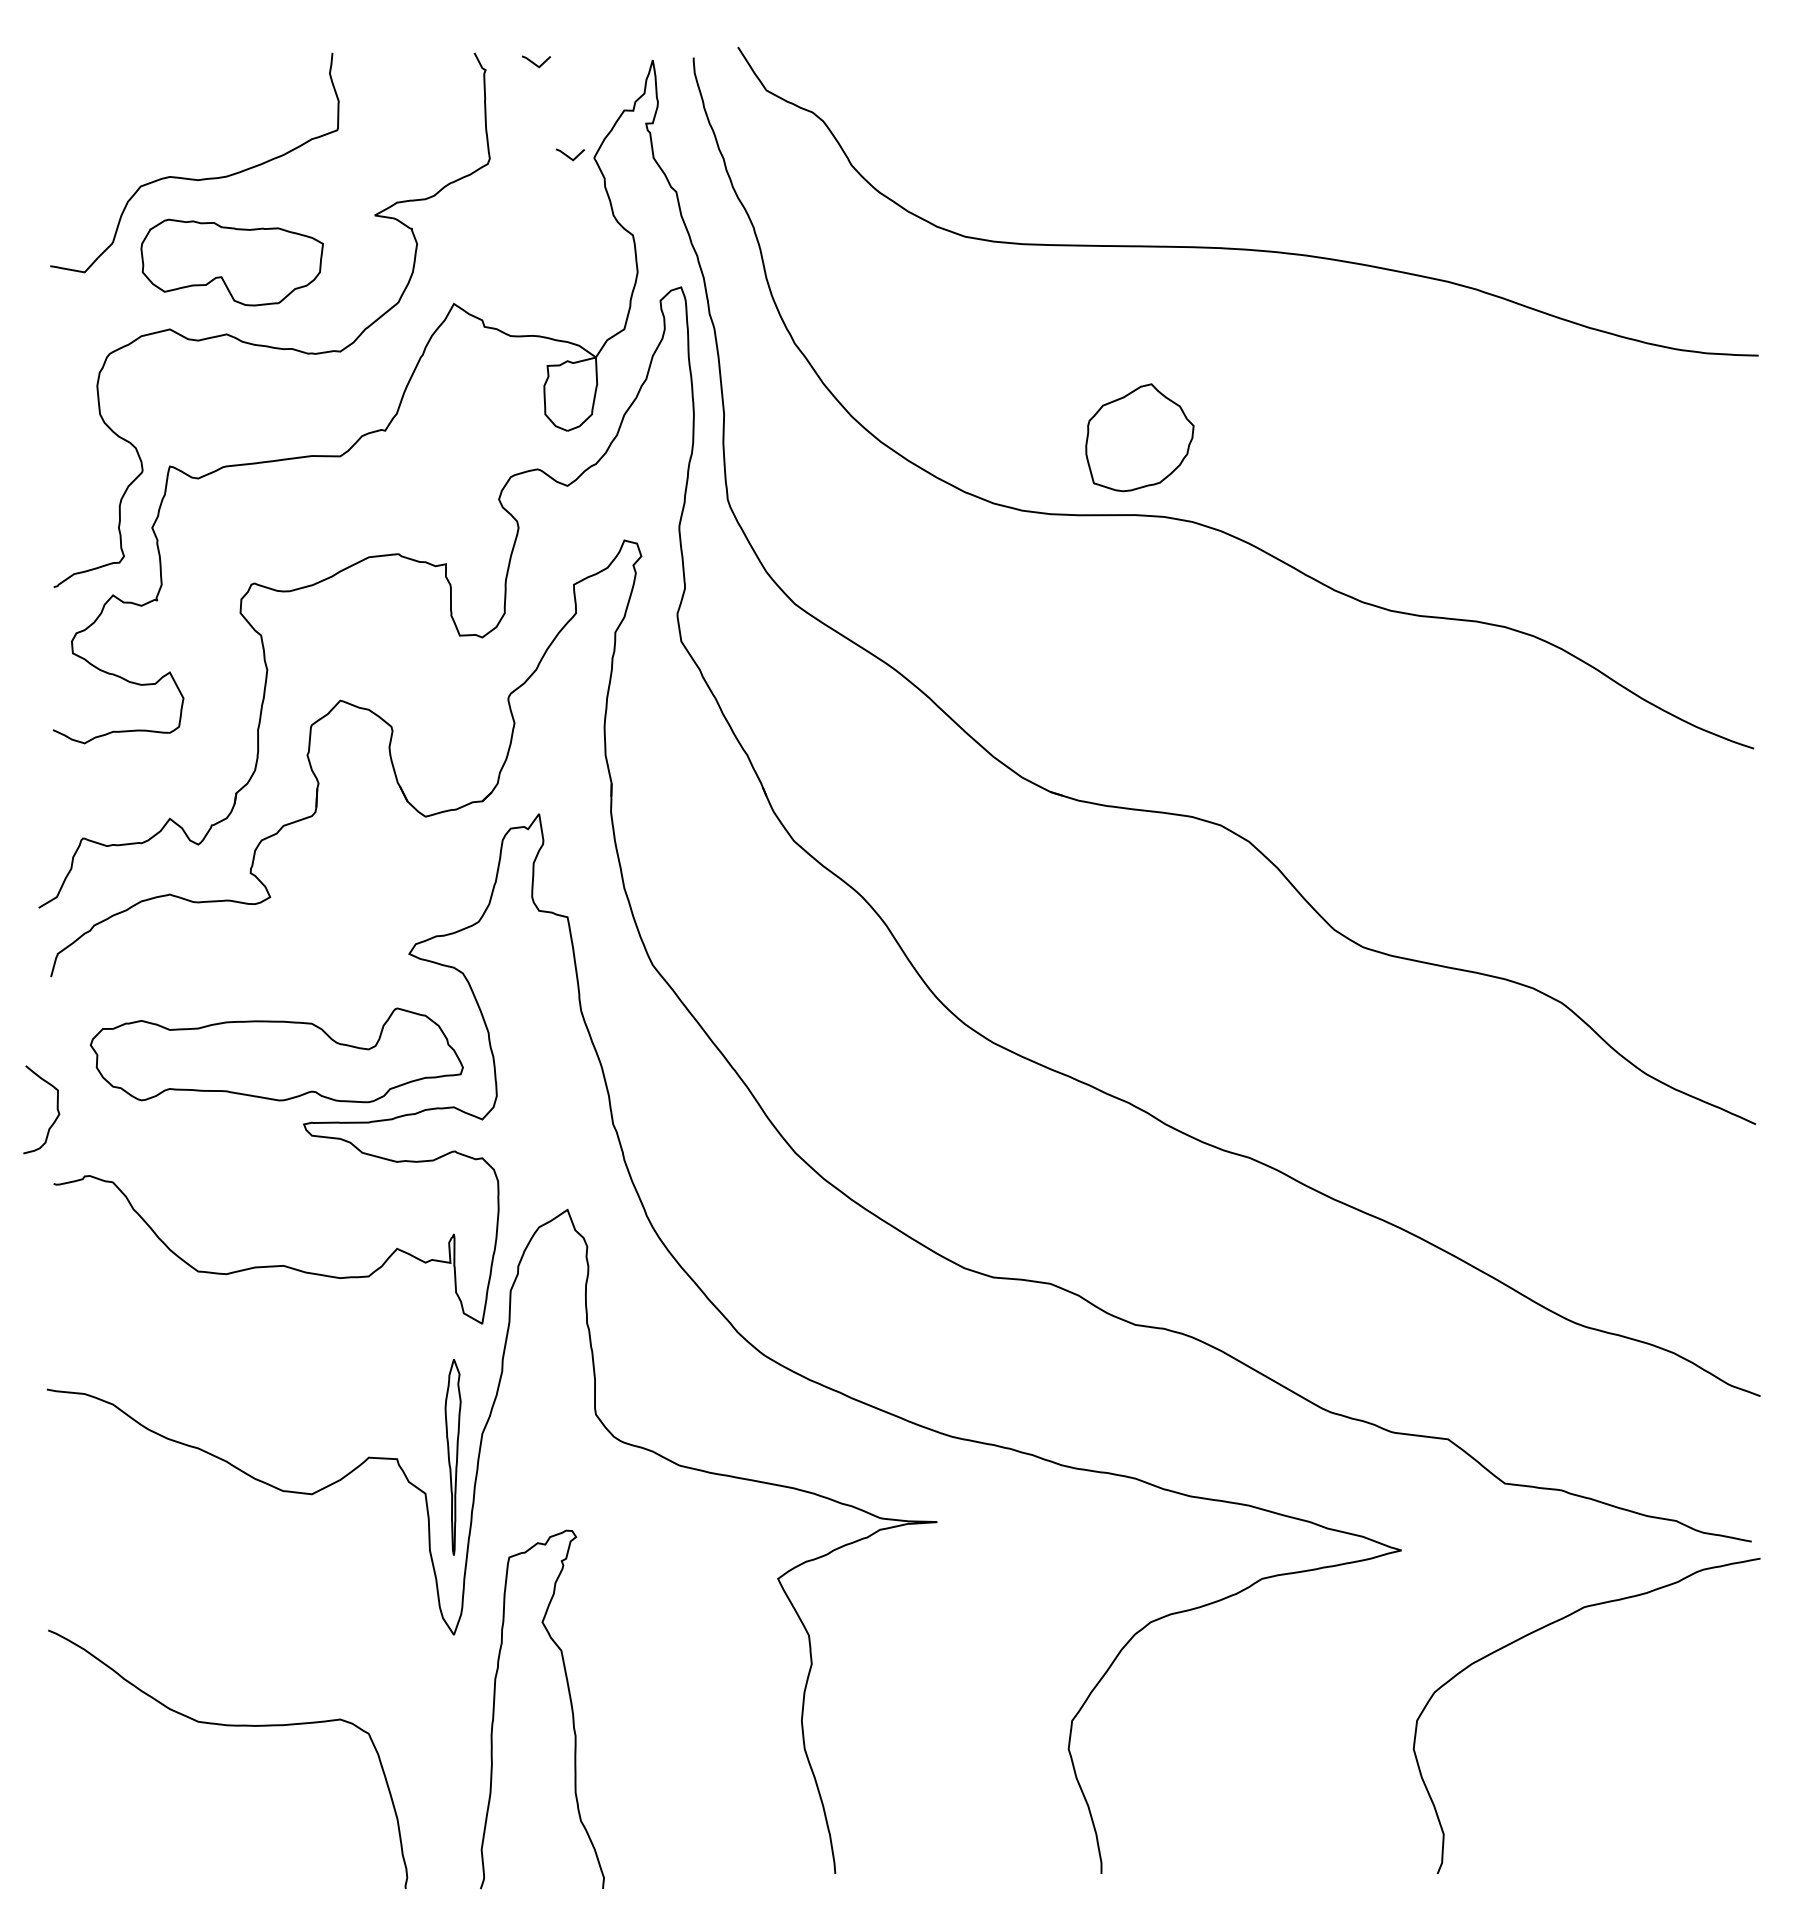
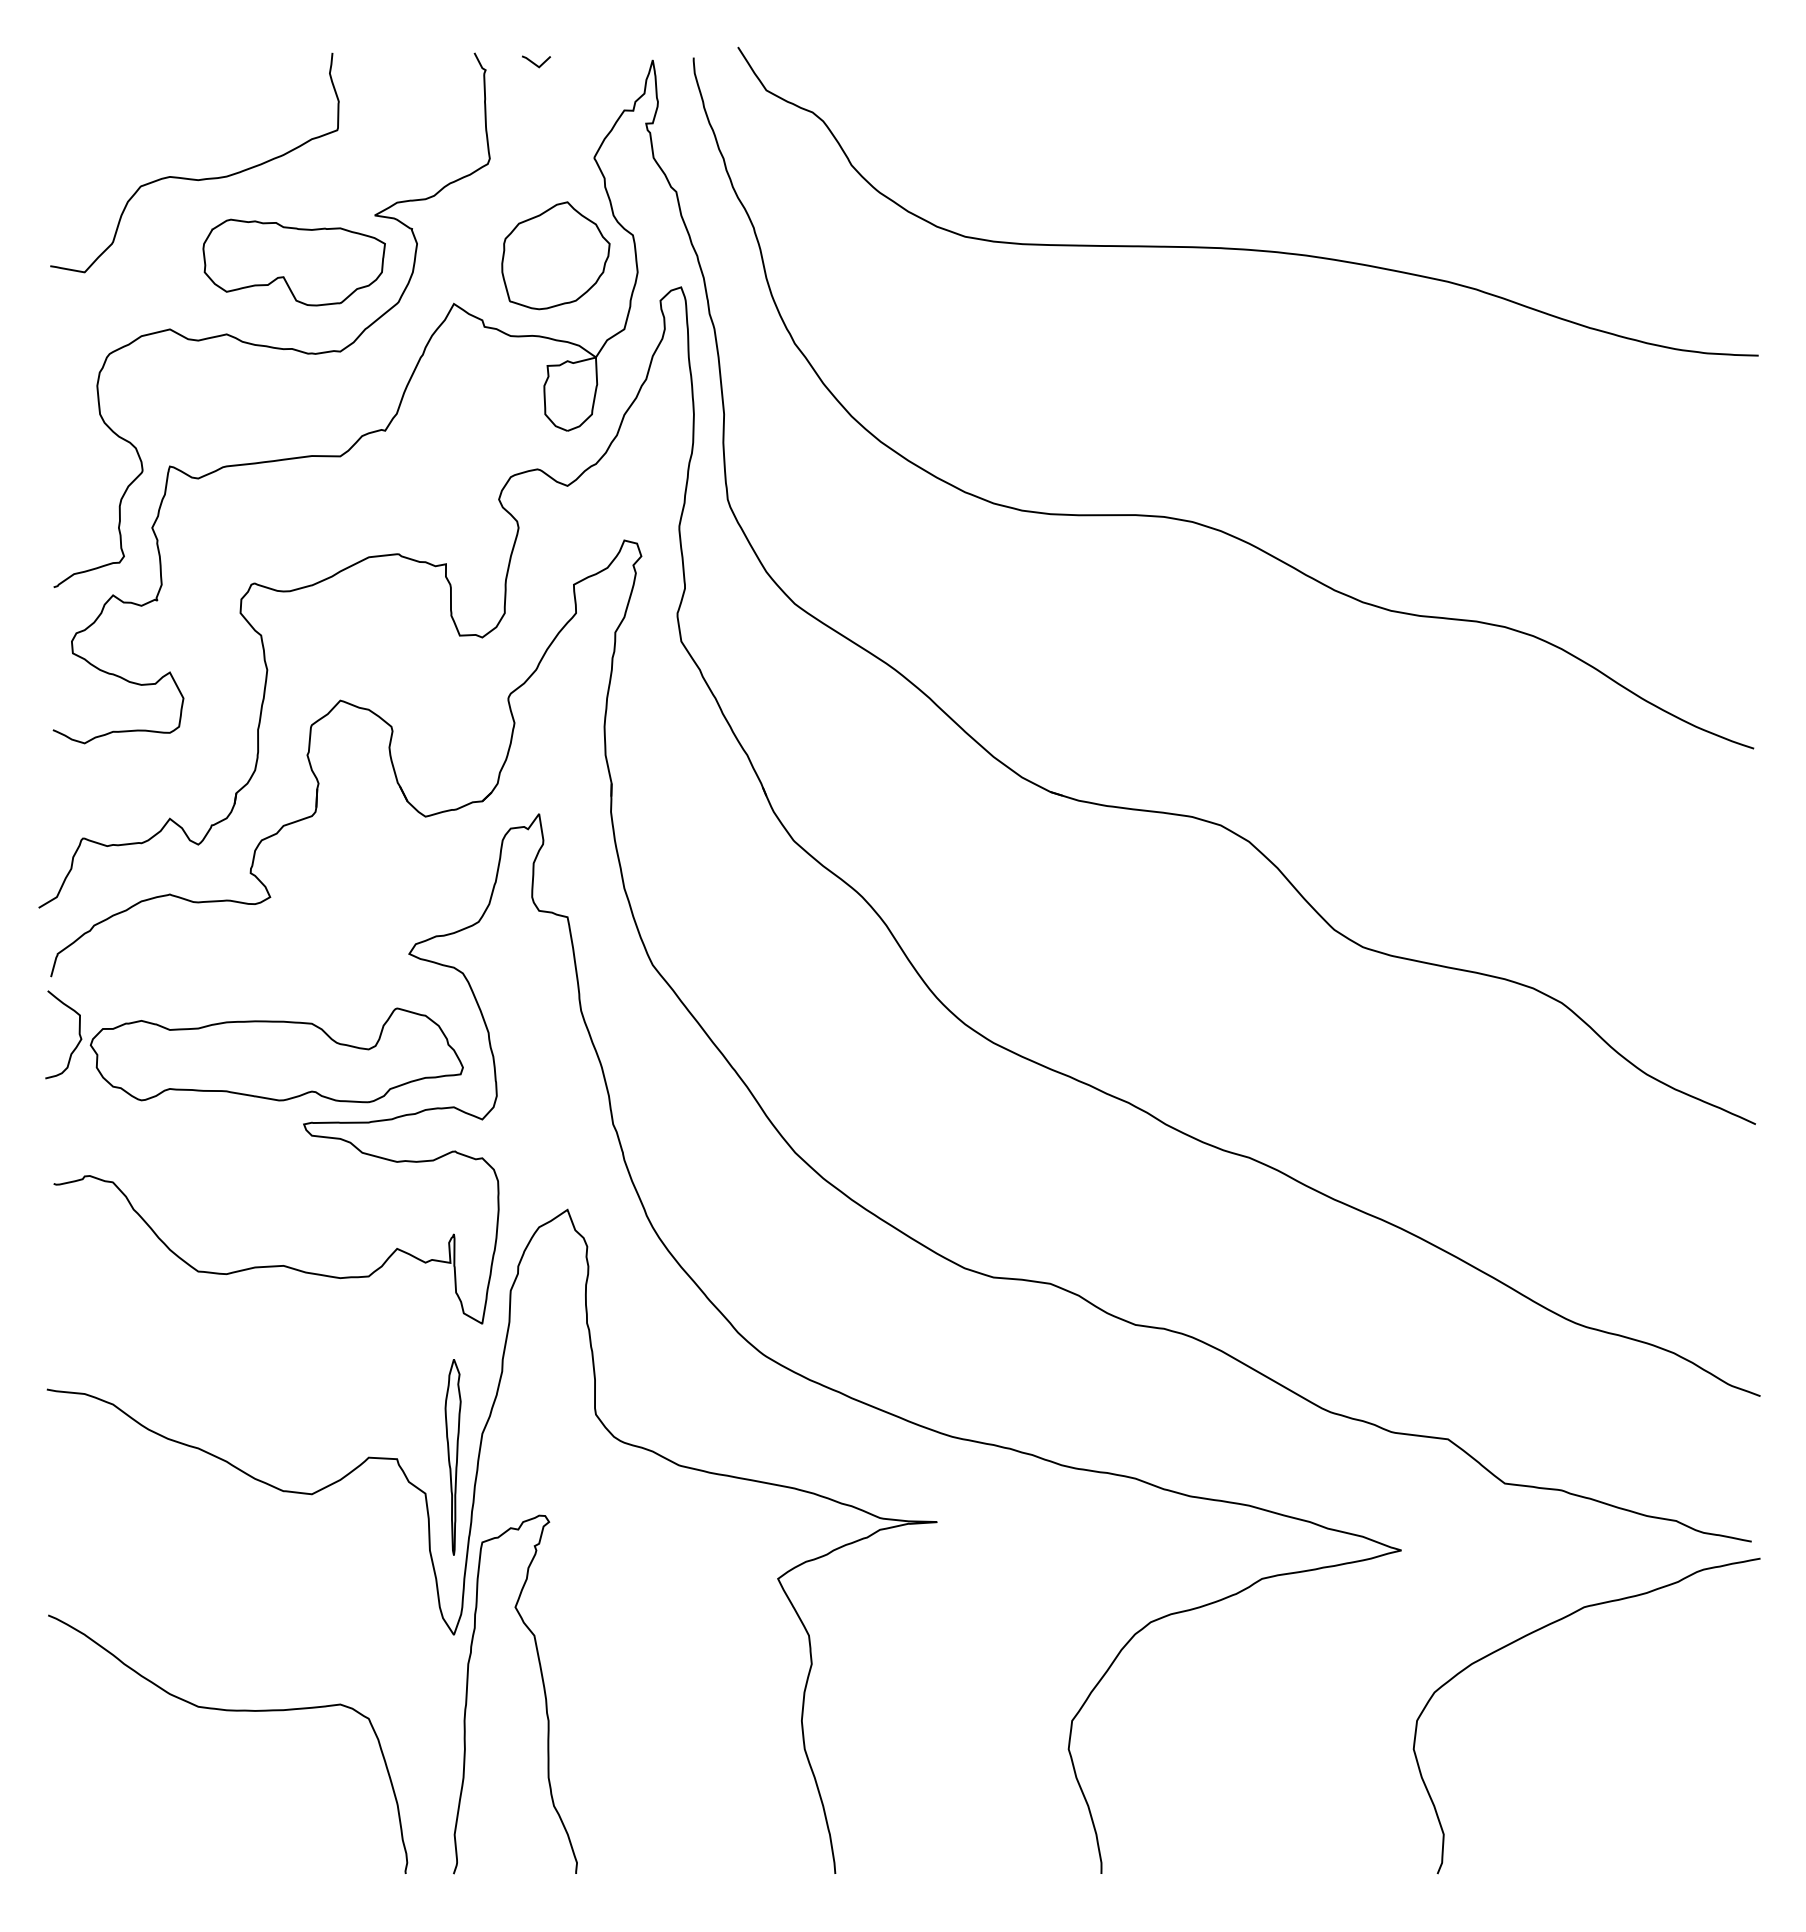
line at (568, 155): present -> none
part at (231, 262) position: (231, 262) -> (293, 262)
part at (1139, 437) position: (1139, 437) -> (555, 255)
curve at (56, 1109) position: (56, 1109) -> (78, 1034)
curve at (570, 1705) position: (570, 1705) -> (543, 1690)
curve at (228, 1726) position: (228, 1726) -> (228, 1711)
